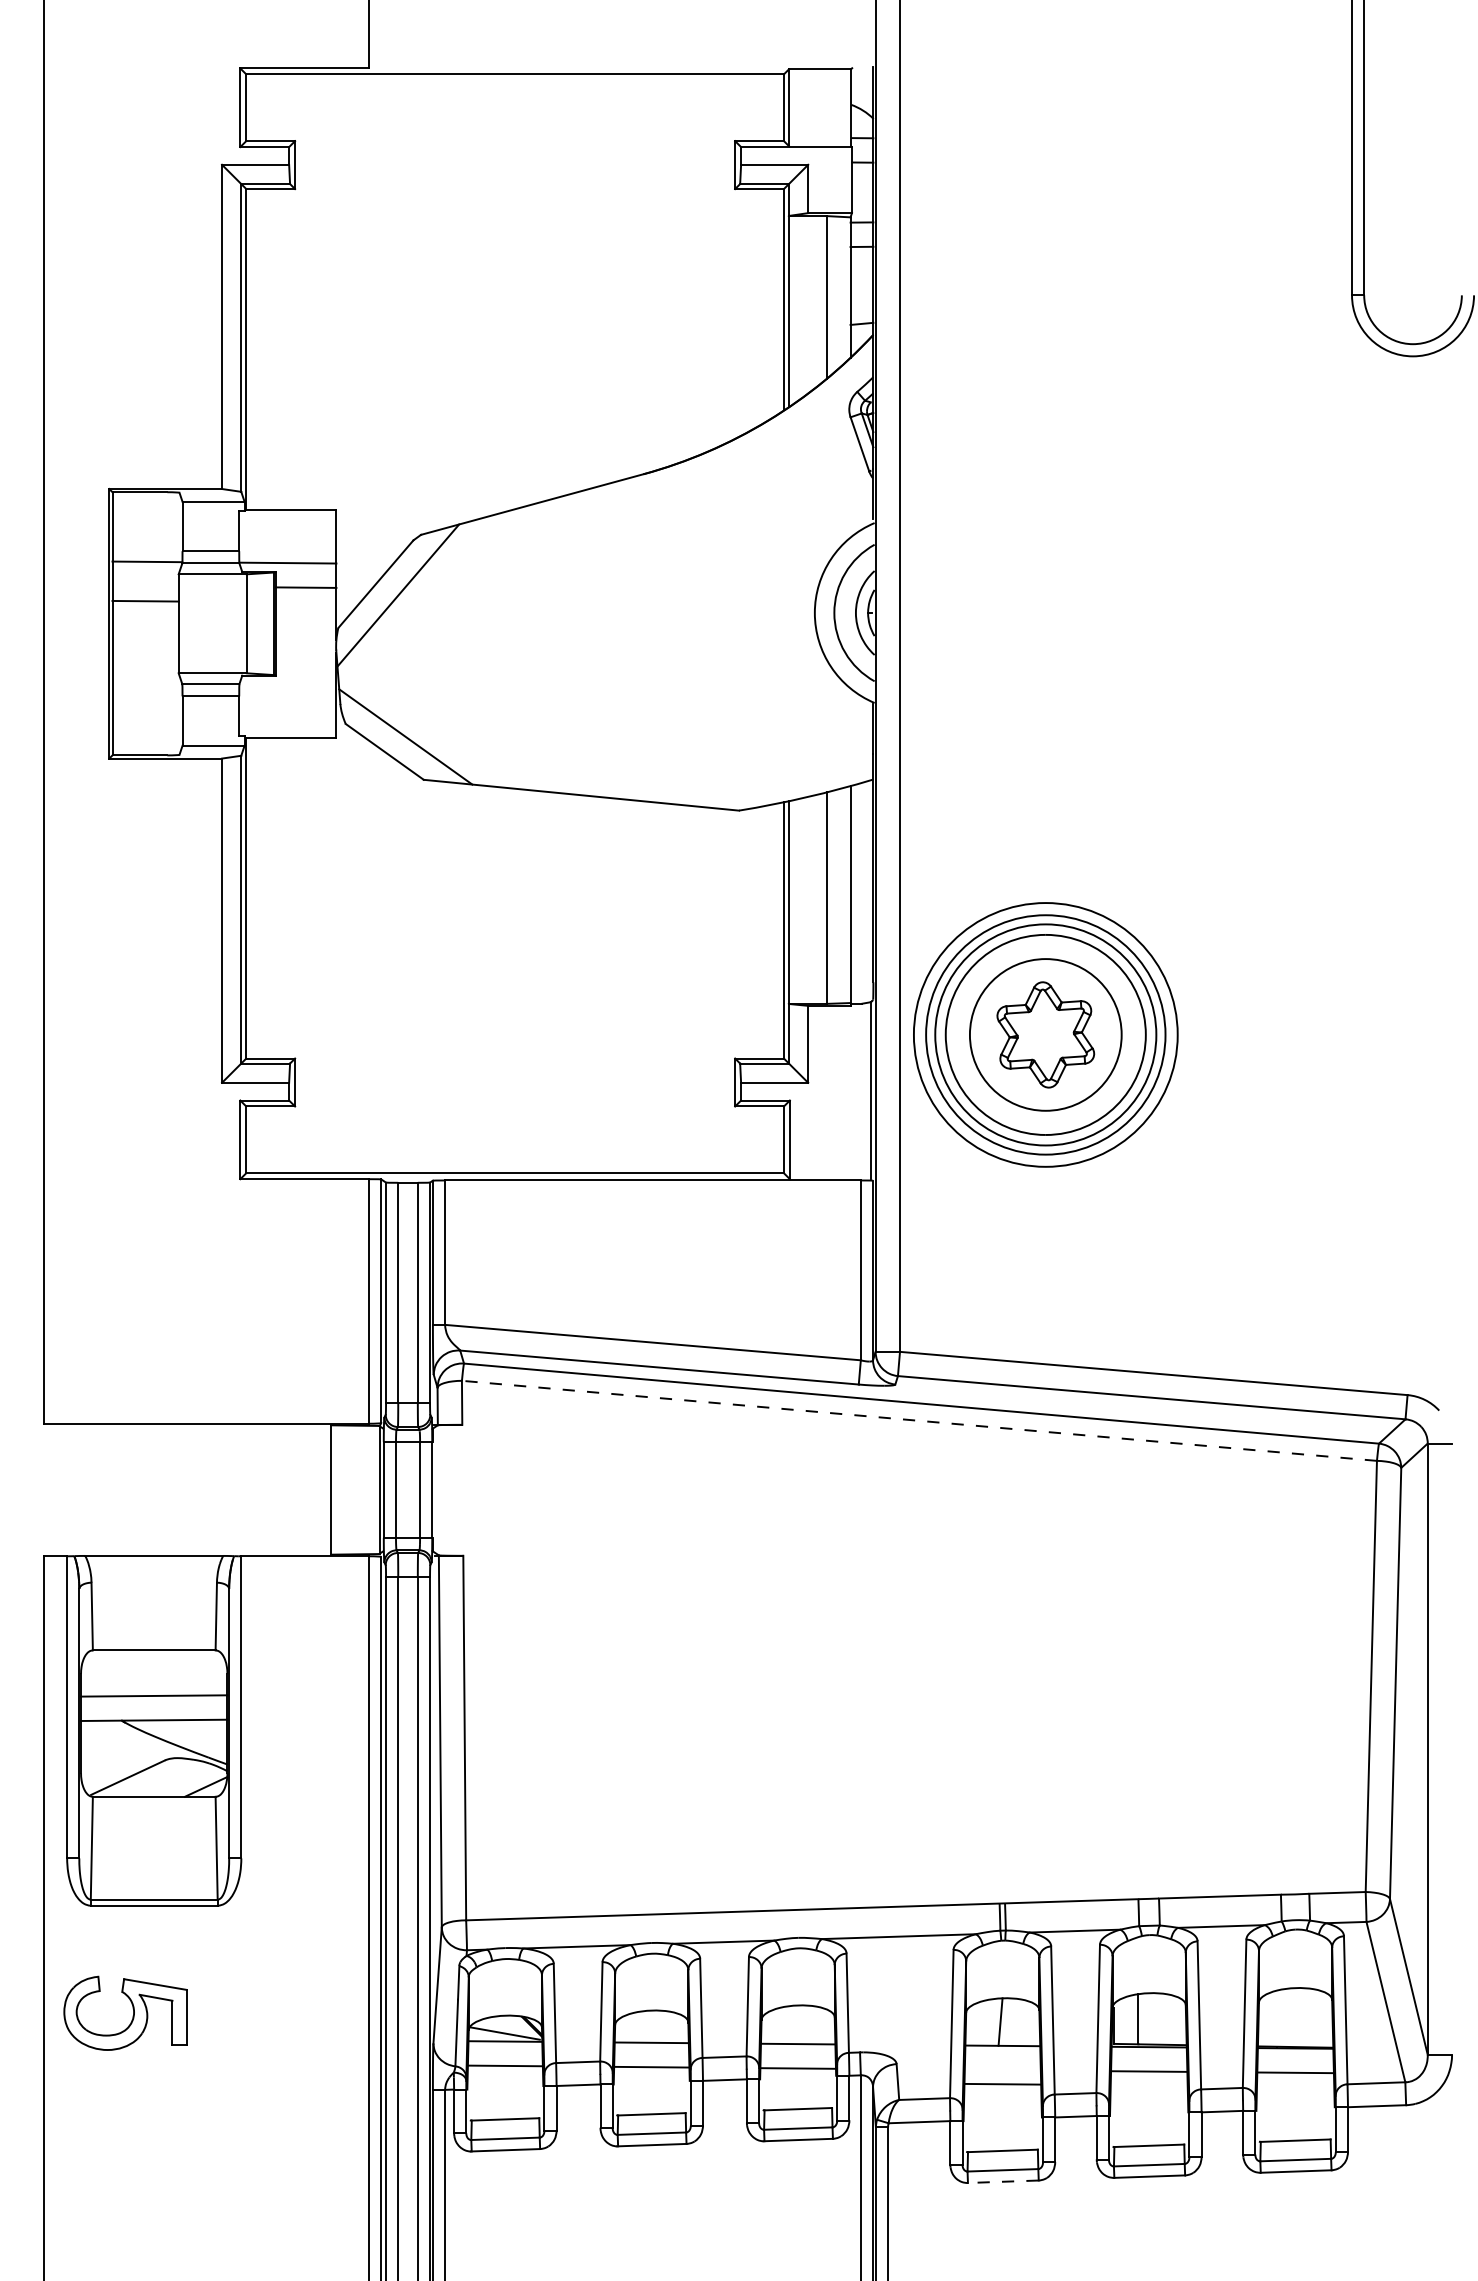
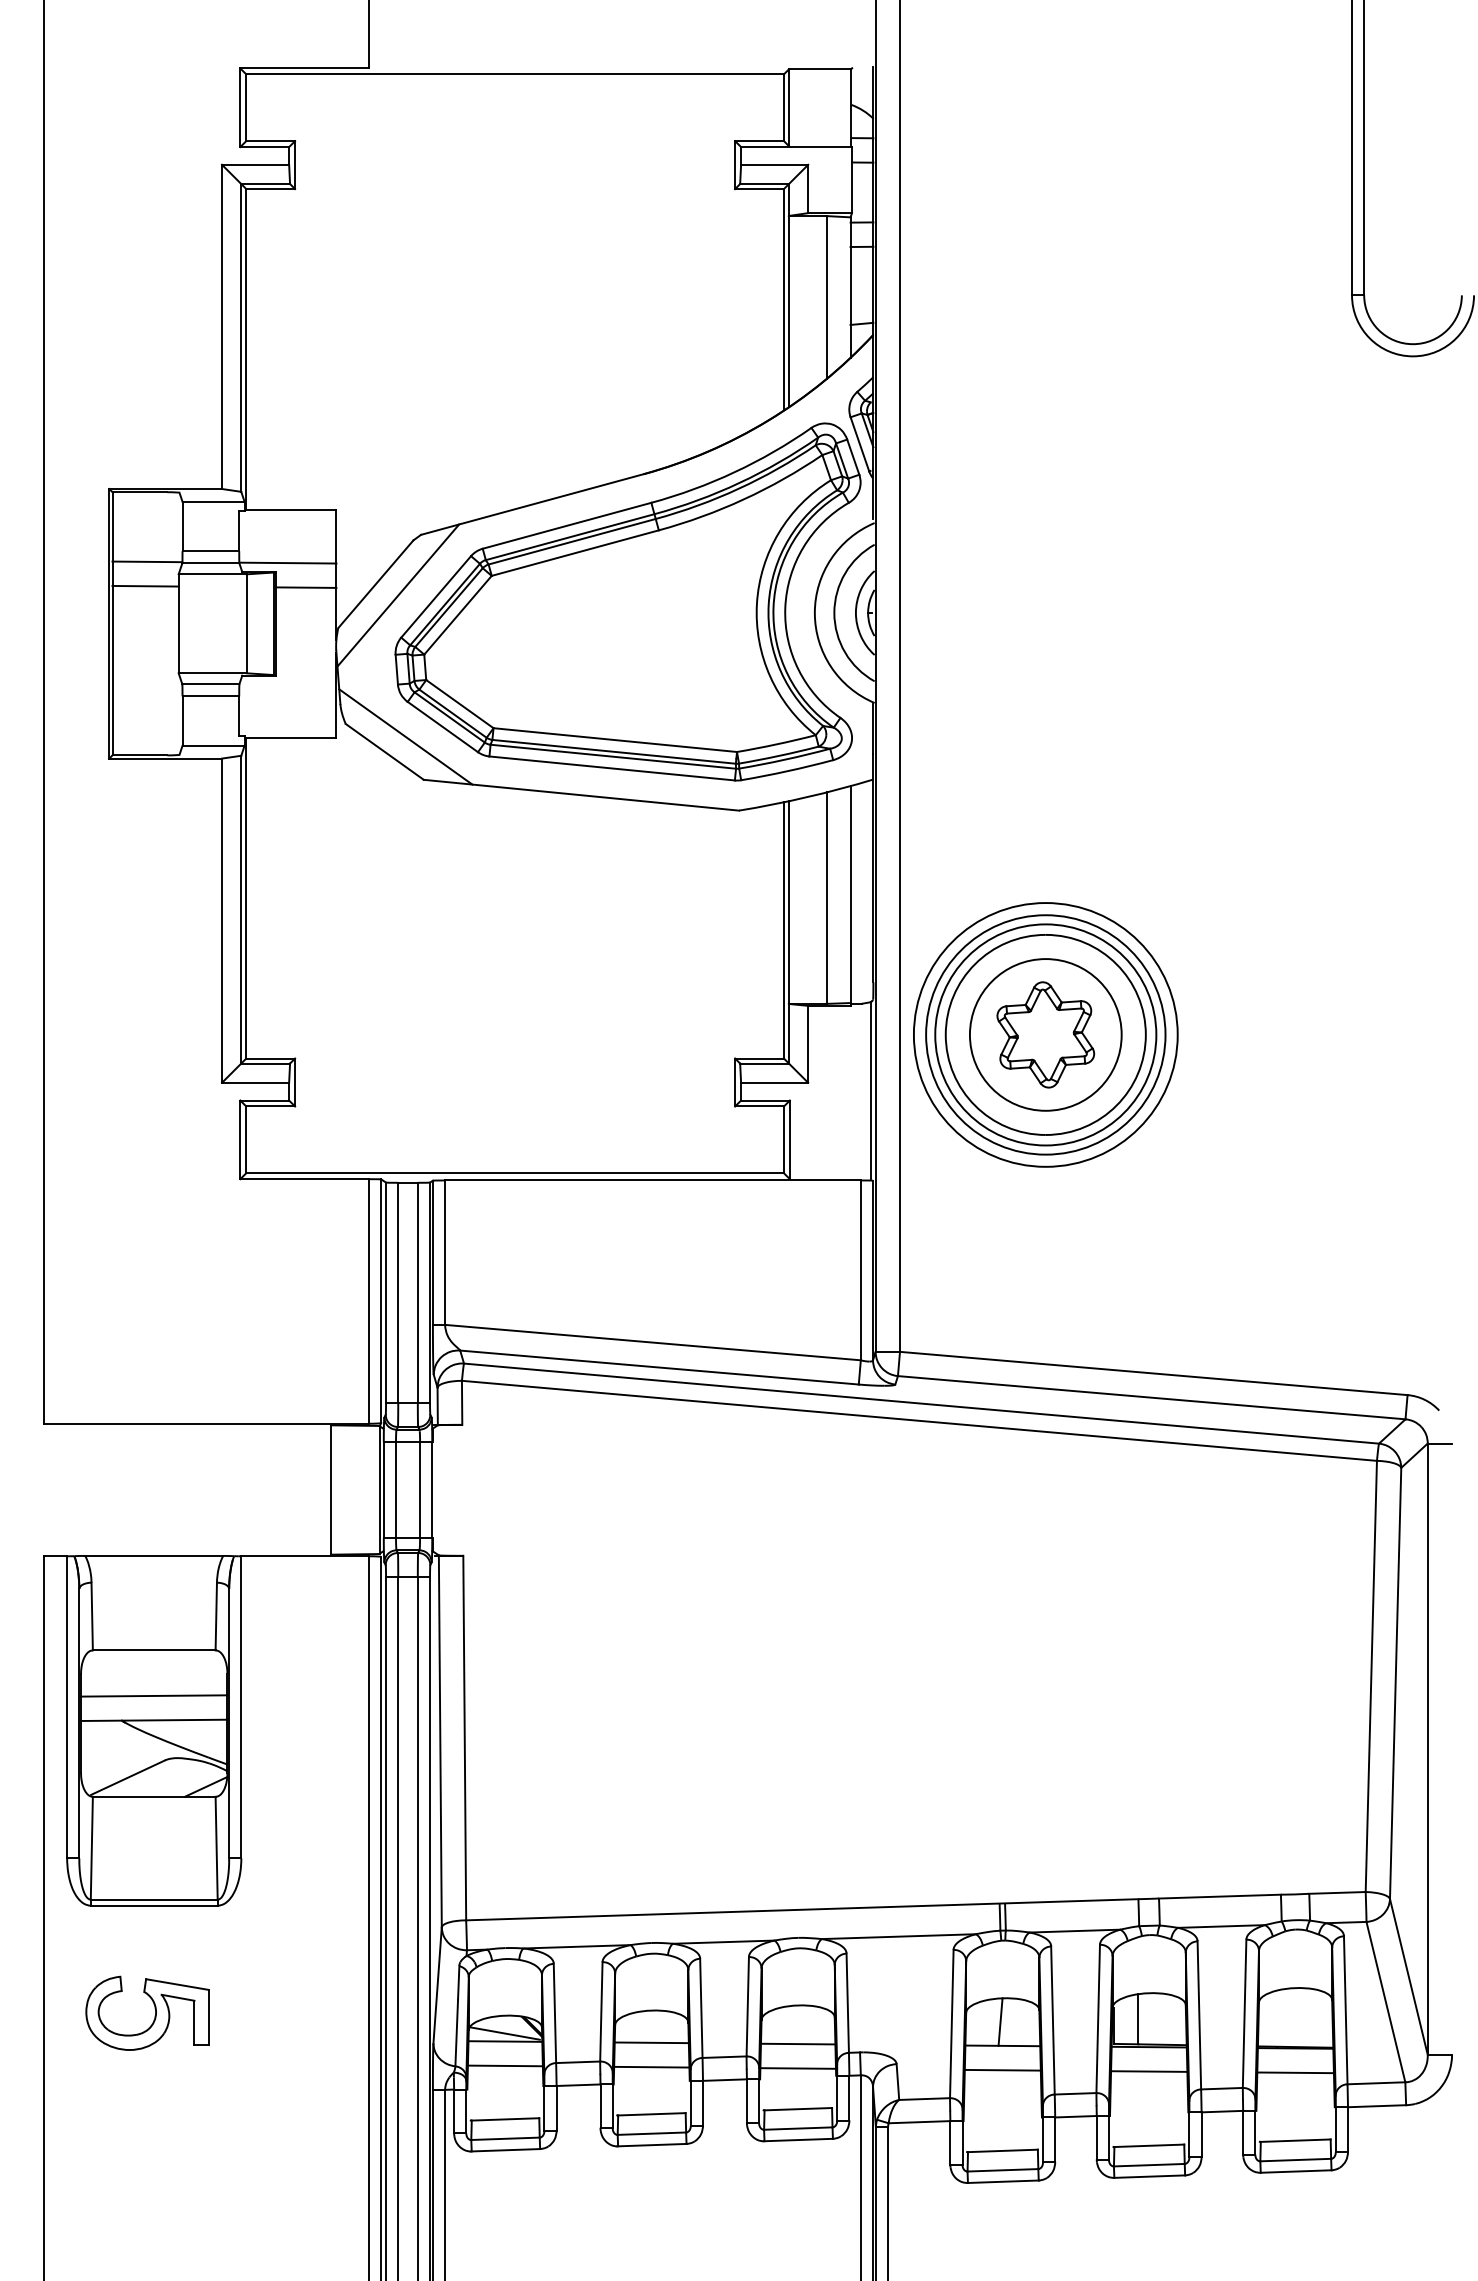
line at (145, 600) position: (145, 600) -> (145, 585)
part at (627, 601): none -> present
line at (918, 1420): dashed -> solid
part at (132, 2015) position: (132, 2015) -> (154, 2015)
line at (1002, 2083) position: (1002, 2083) -> (1002, 2069)
line at (1002, 2181): dashed -> solid
